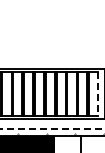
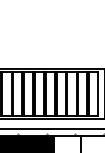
line at (98, 93): dashed -> solid
line at (52, 129): dashed -> solid
